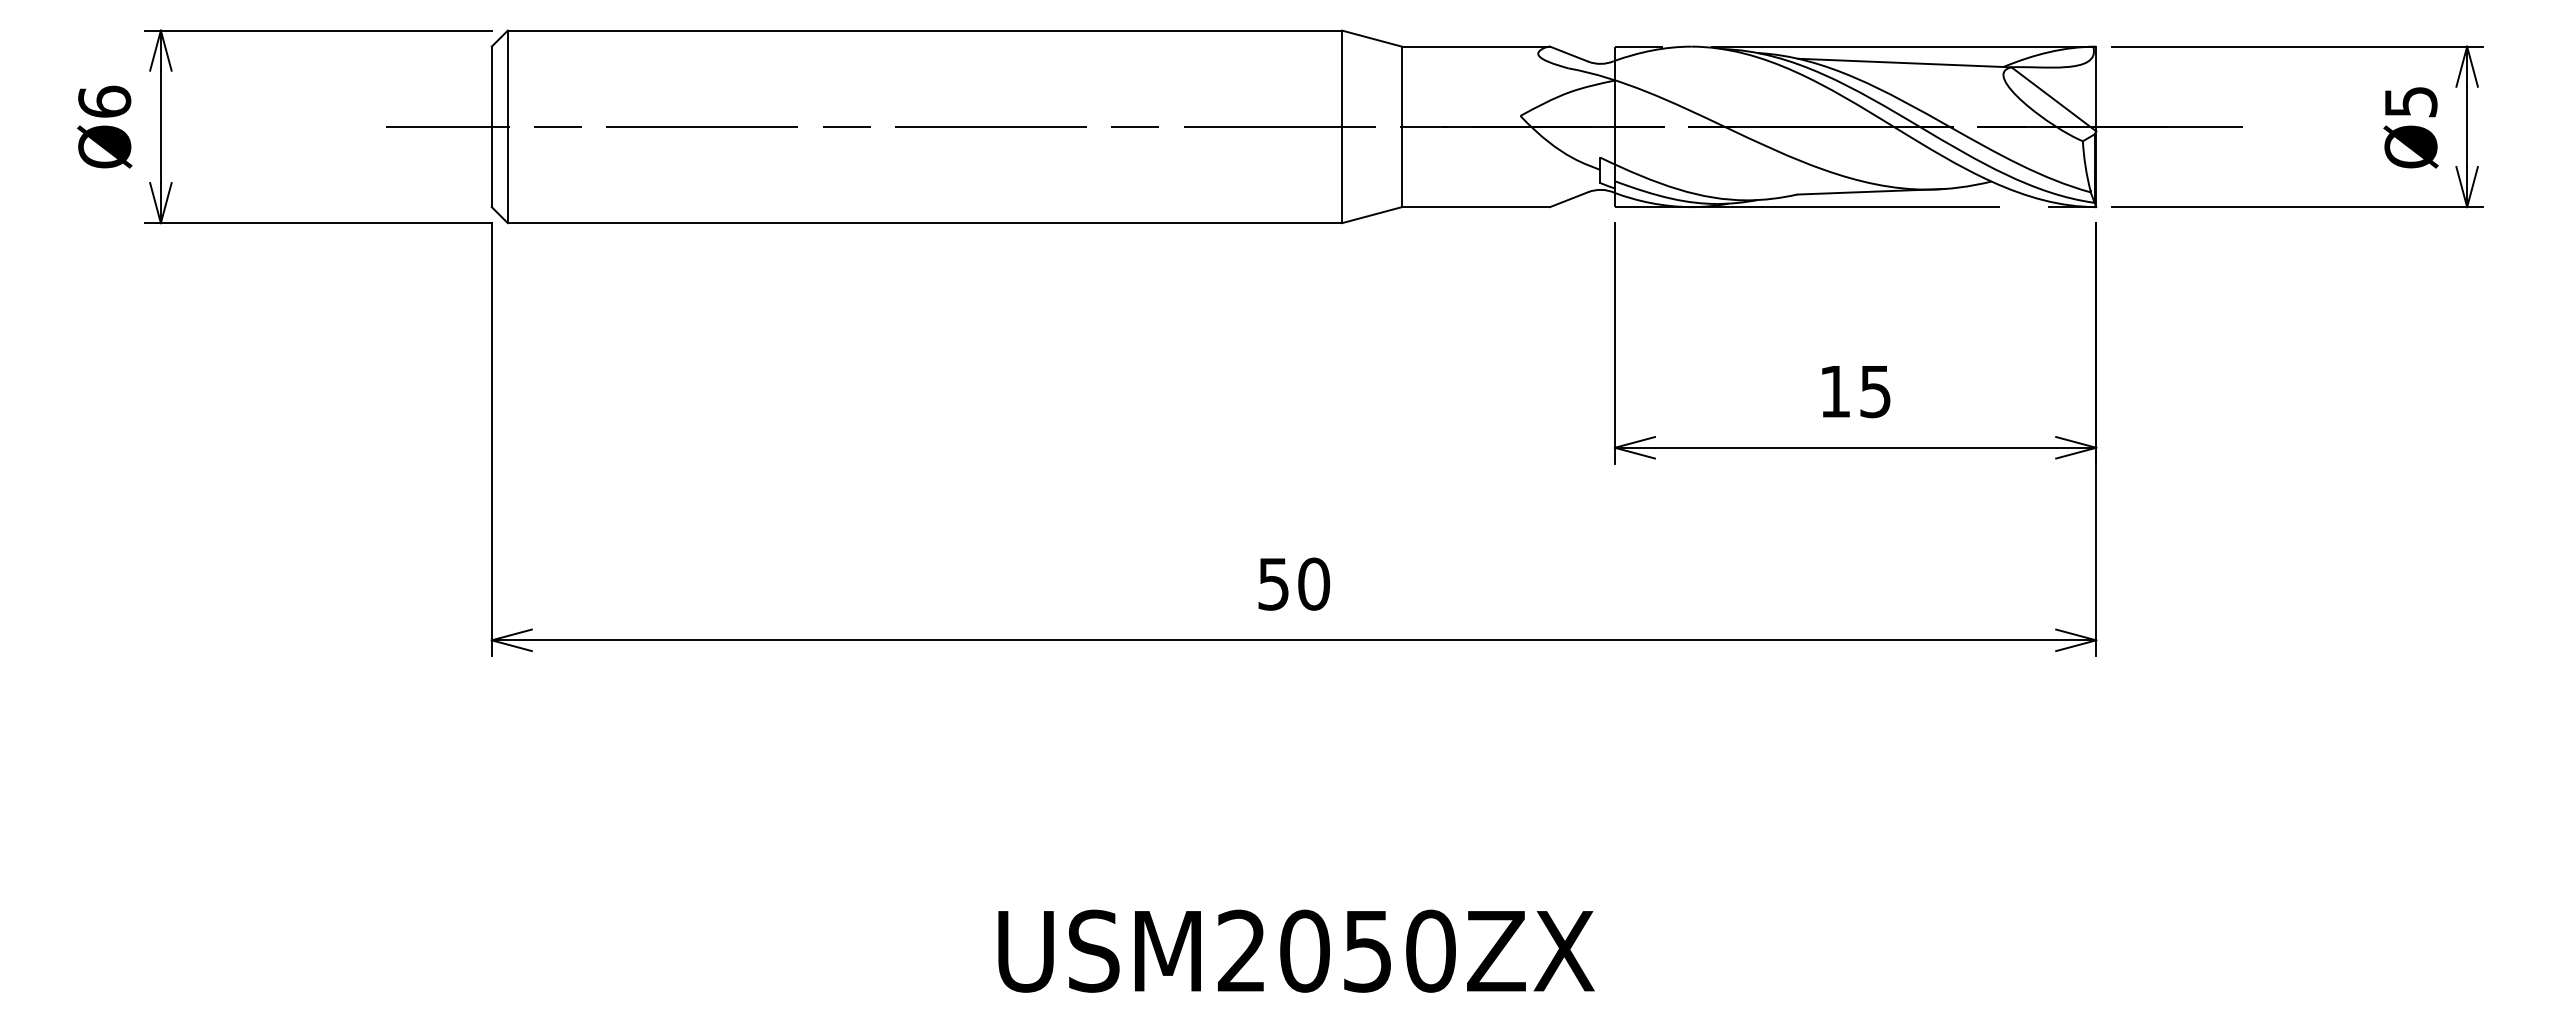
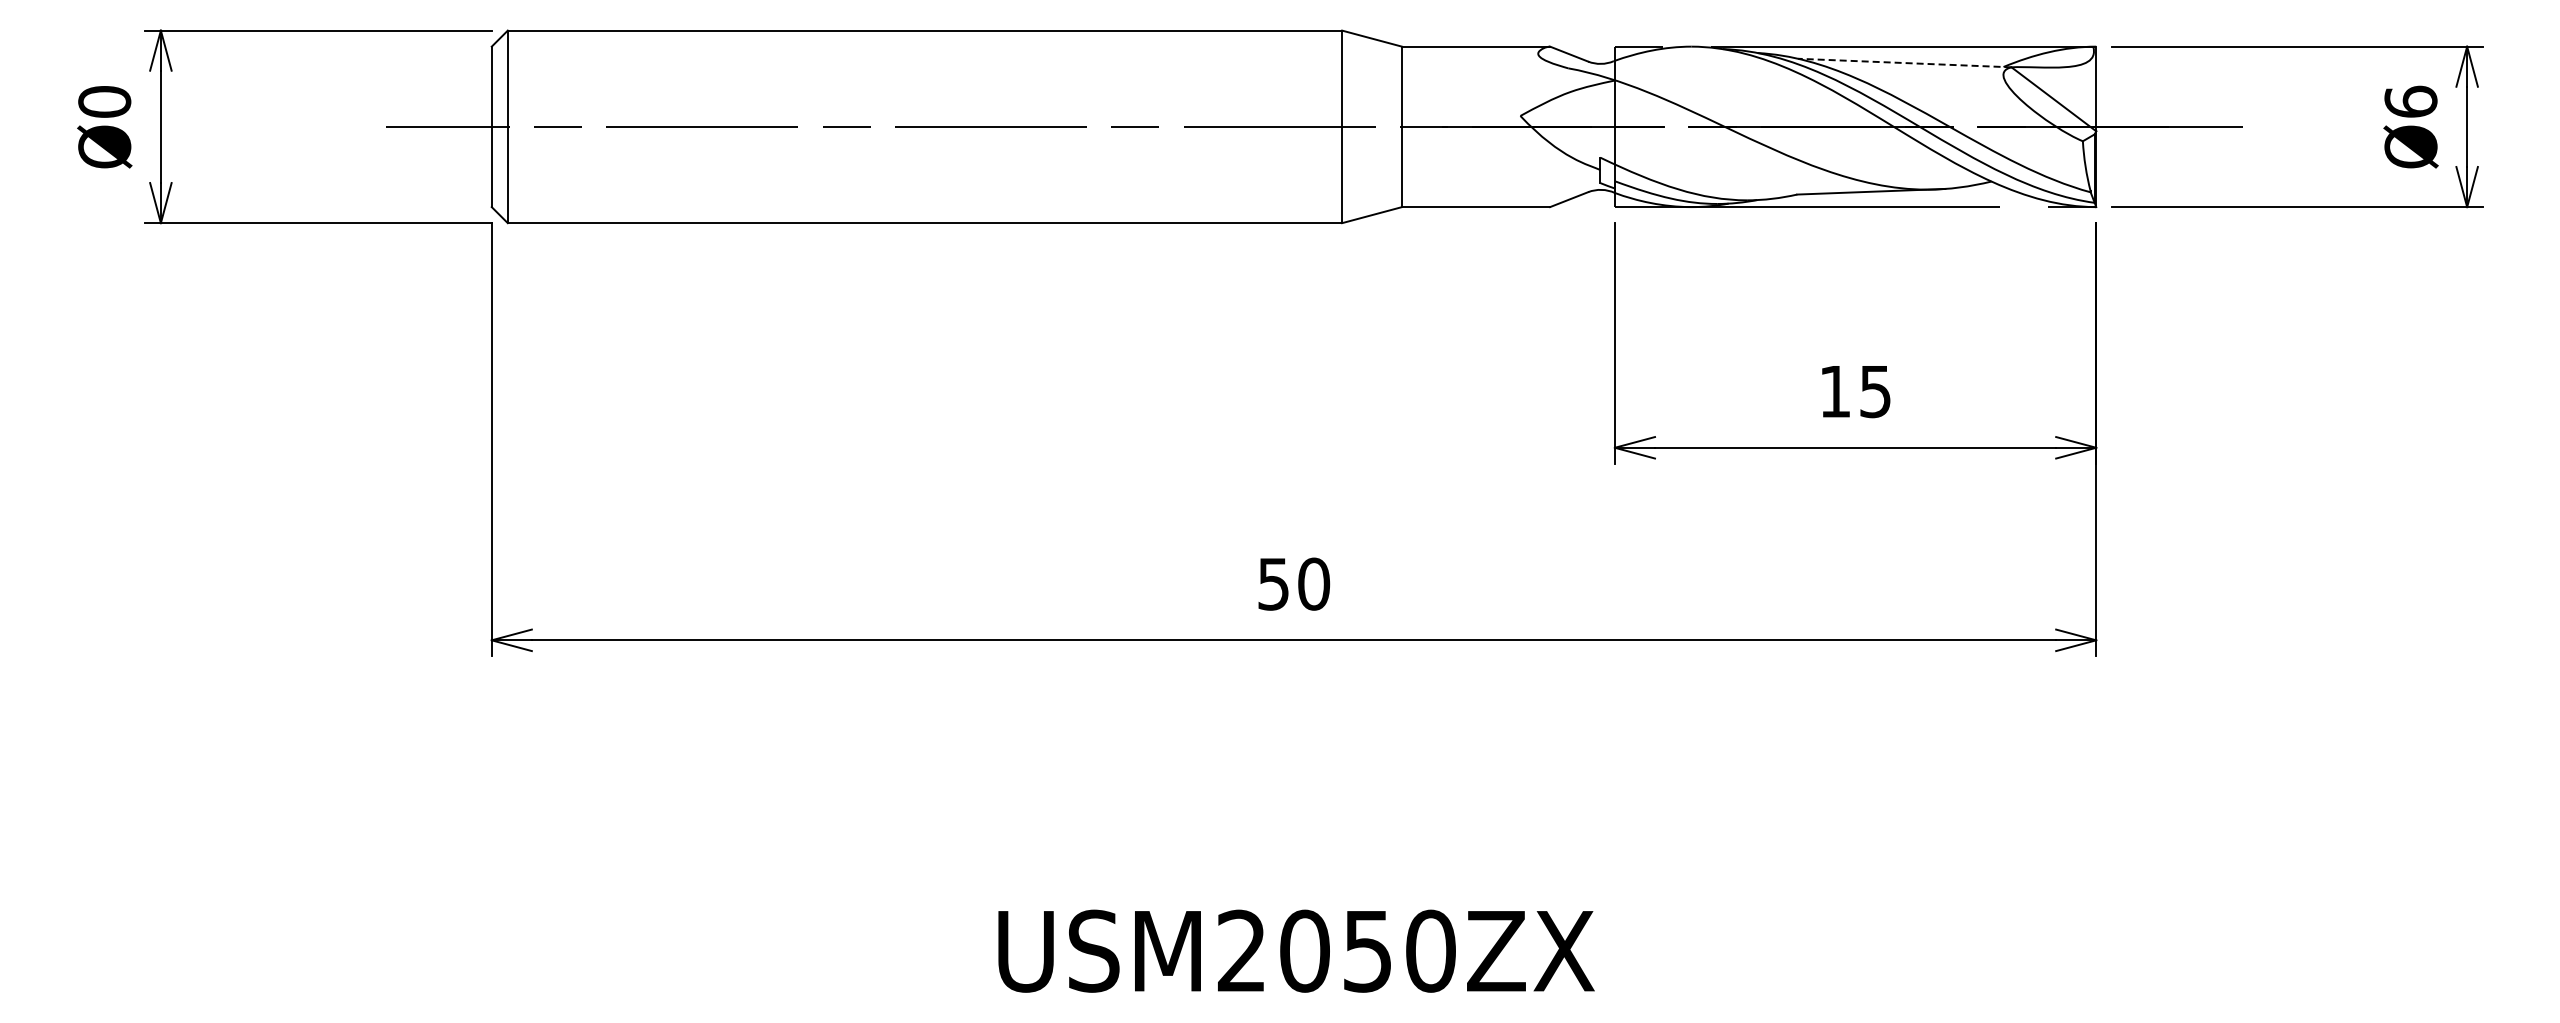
line at (1904, 63): solid -> dashed
text at (104, 101): Ø6 -> Ø0
text at (2410, 101): Ø5 -> Ø6
